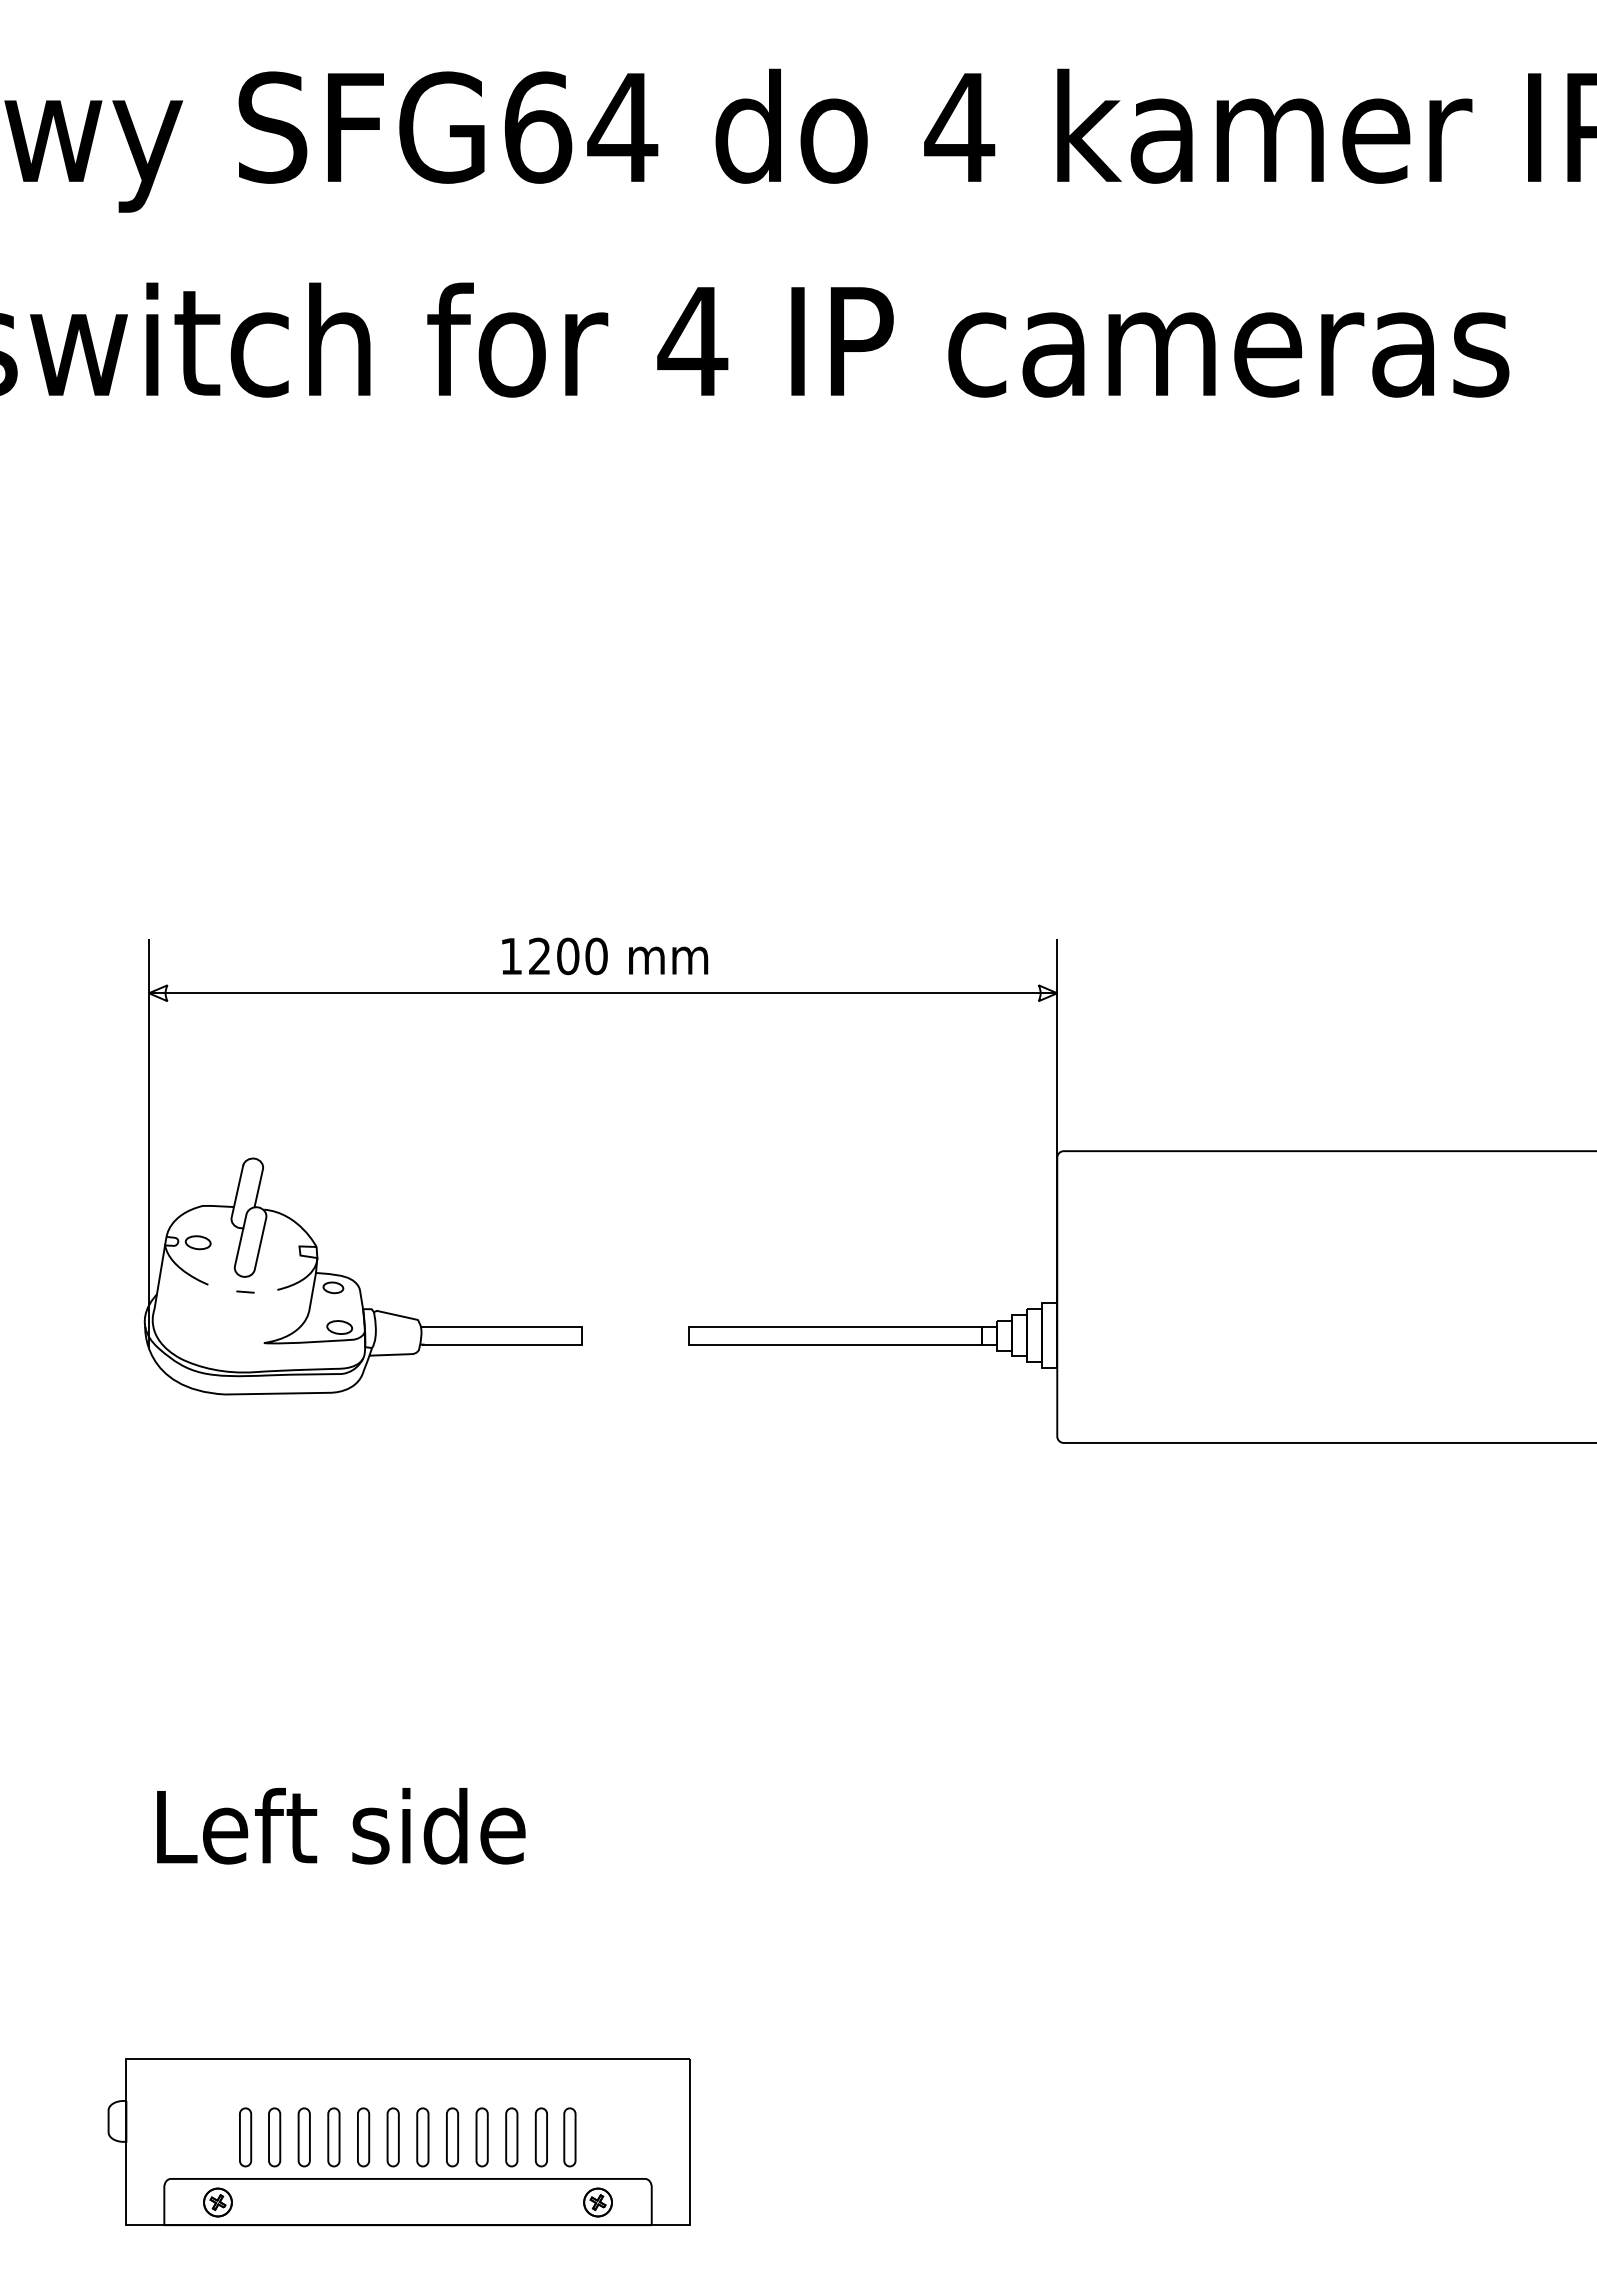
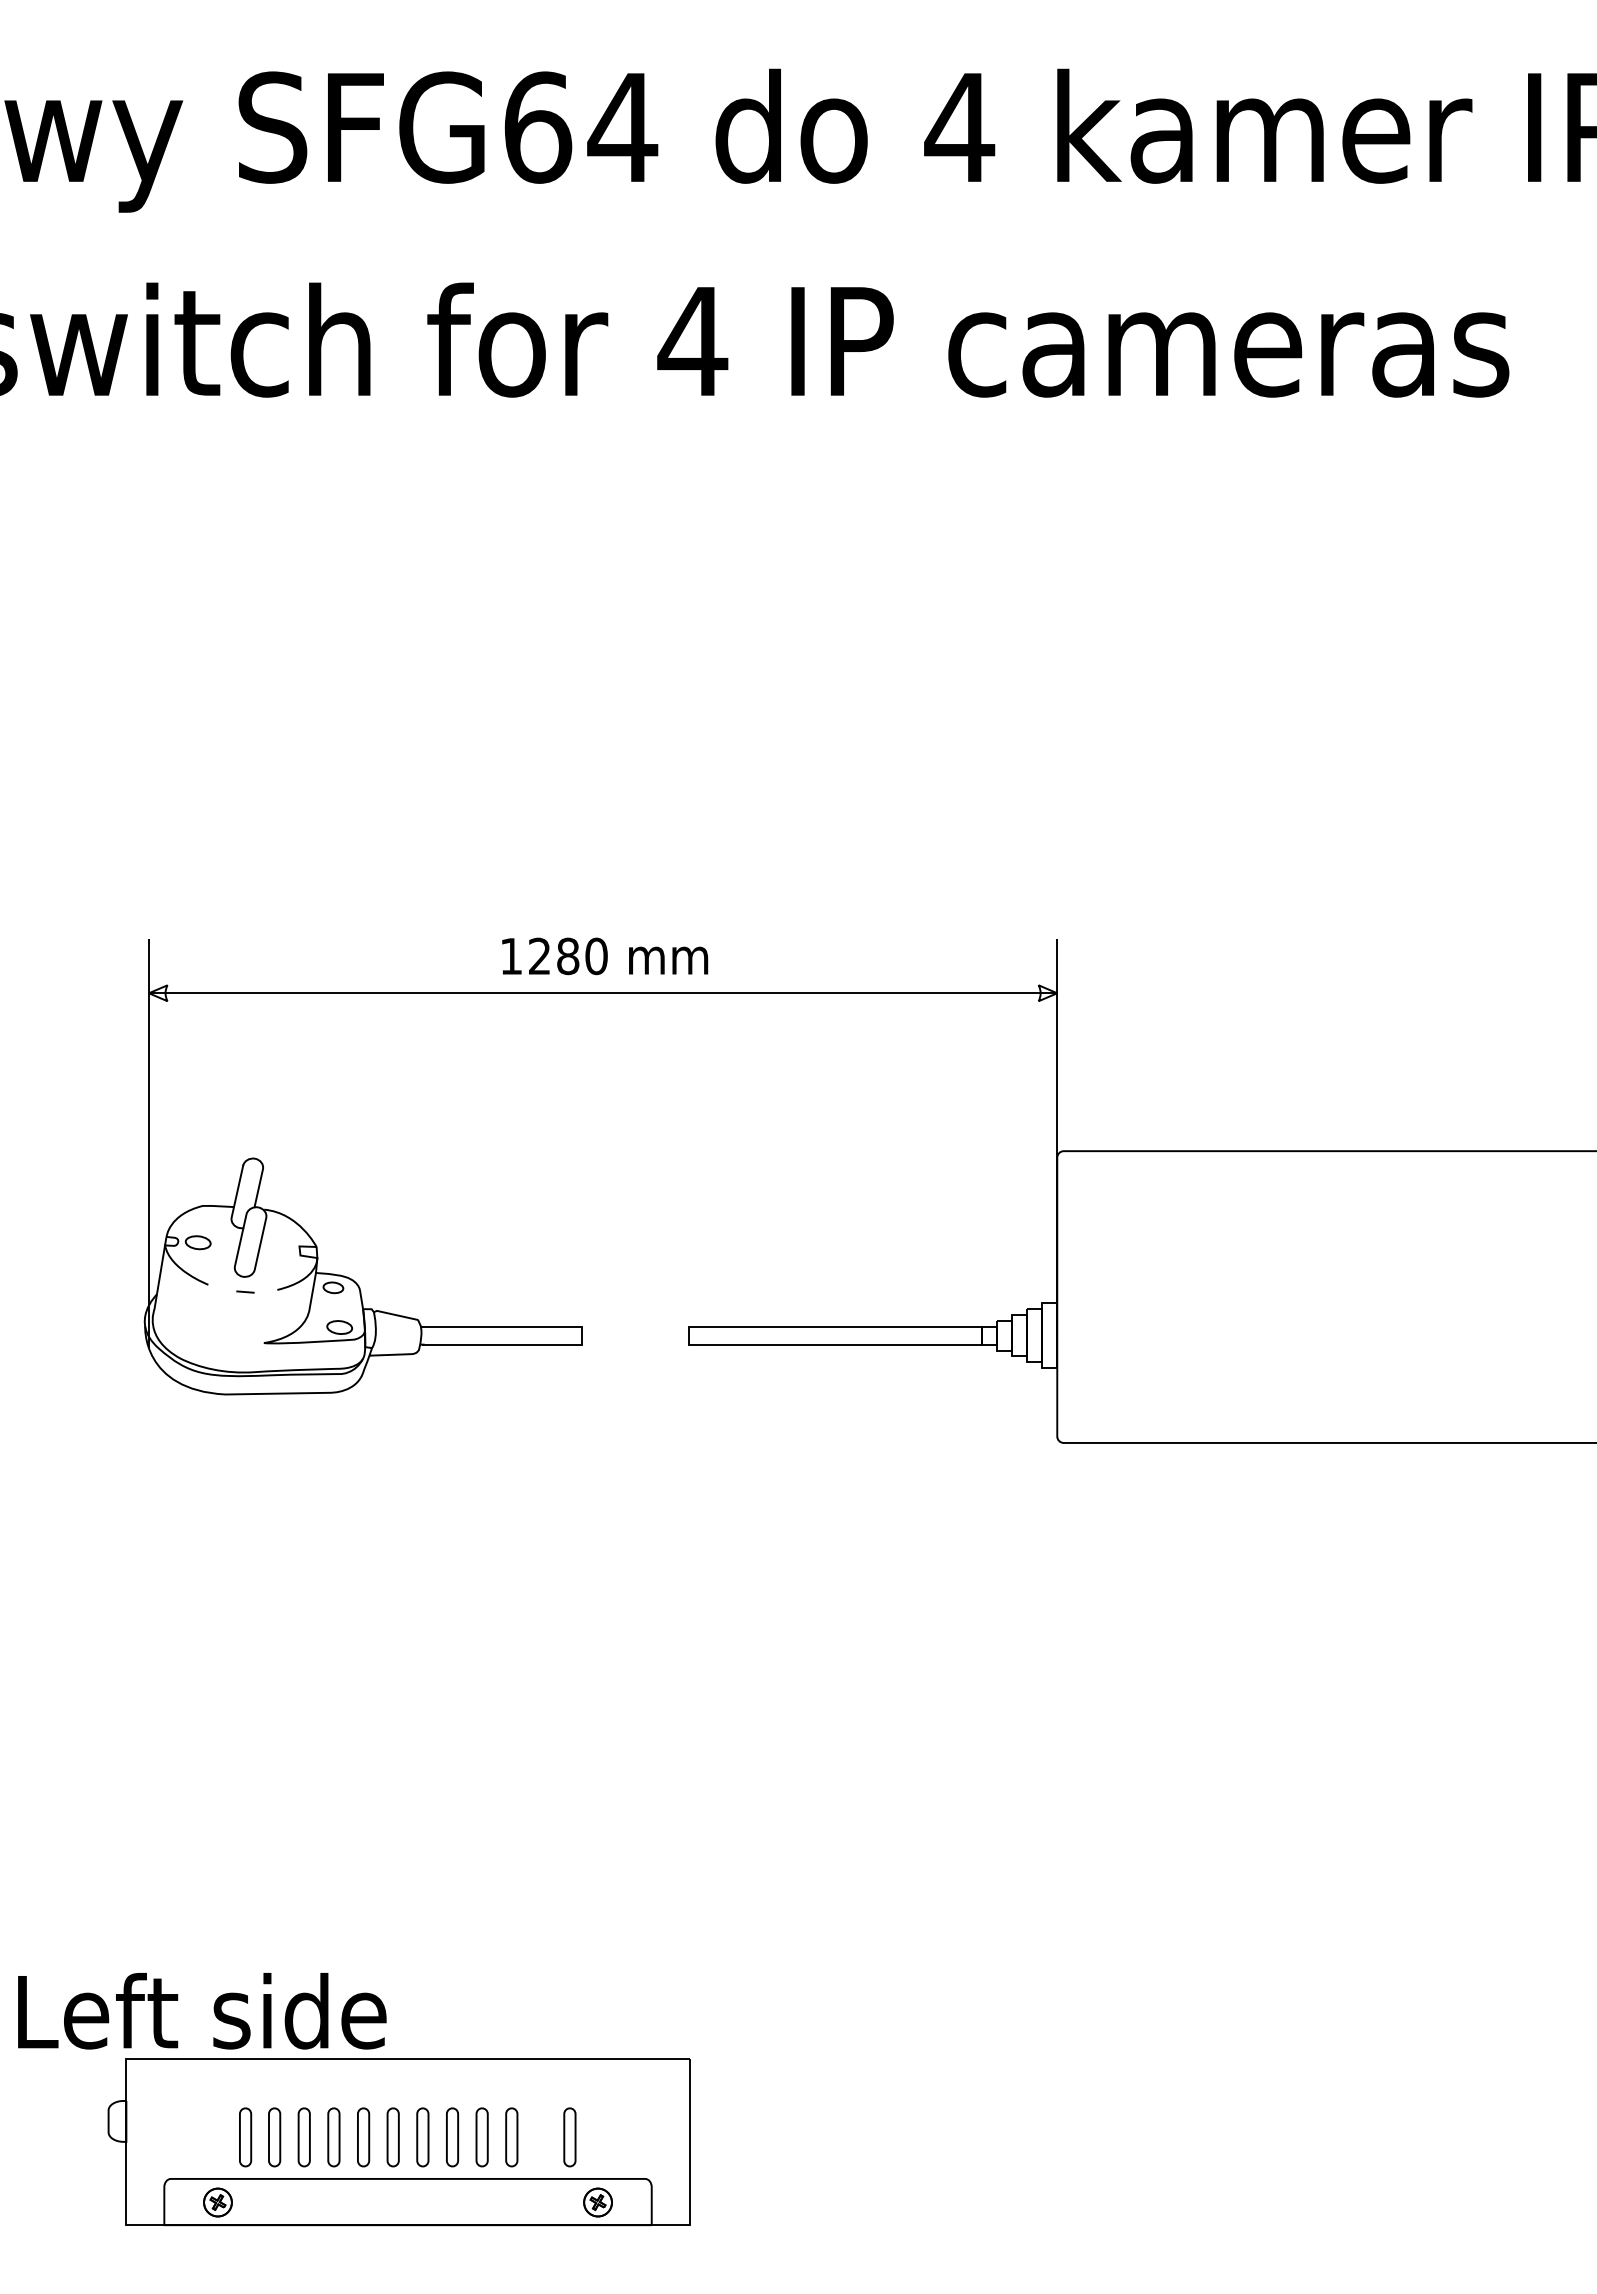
text at (568, 955): 1200 -> 1280
text at (341, 1826) position: (341, 1826) -> (202, 2011)
part at (540, 2137): present -> none
